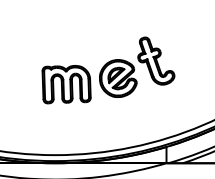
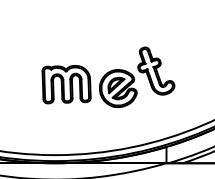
part at (137, 66) position: (137, 66) -> (137, 76)
